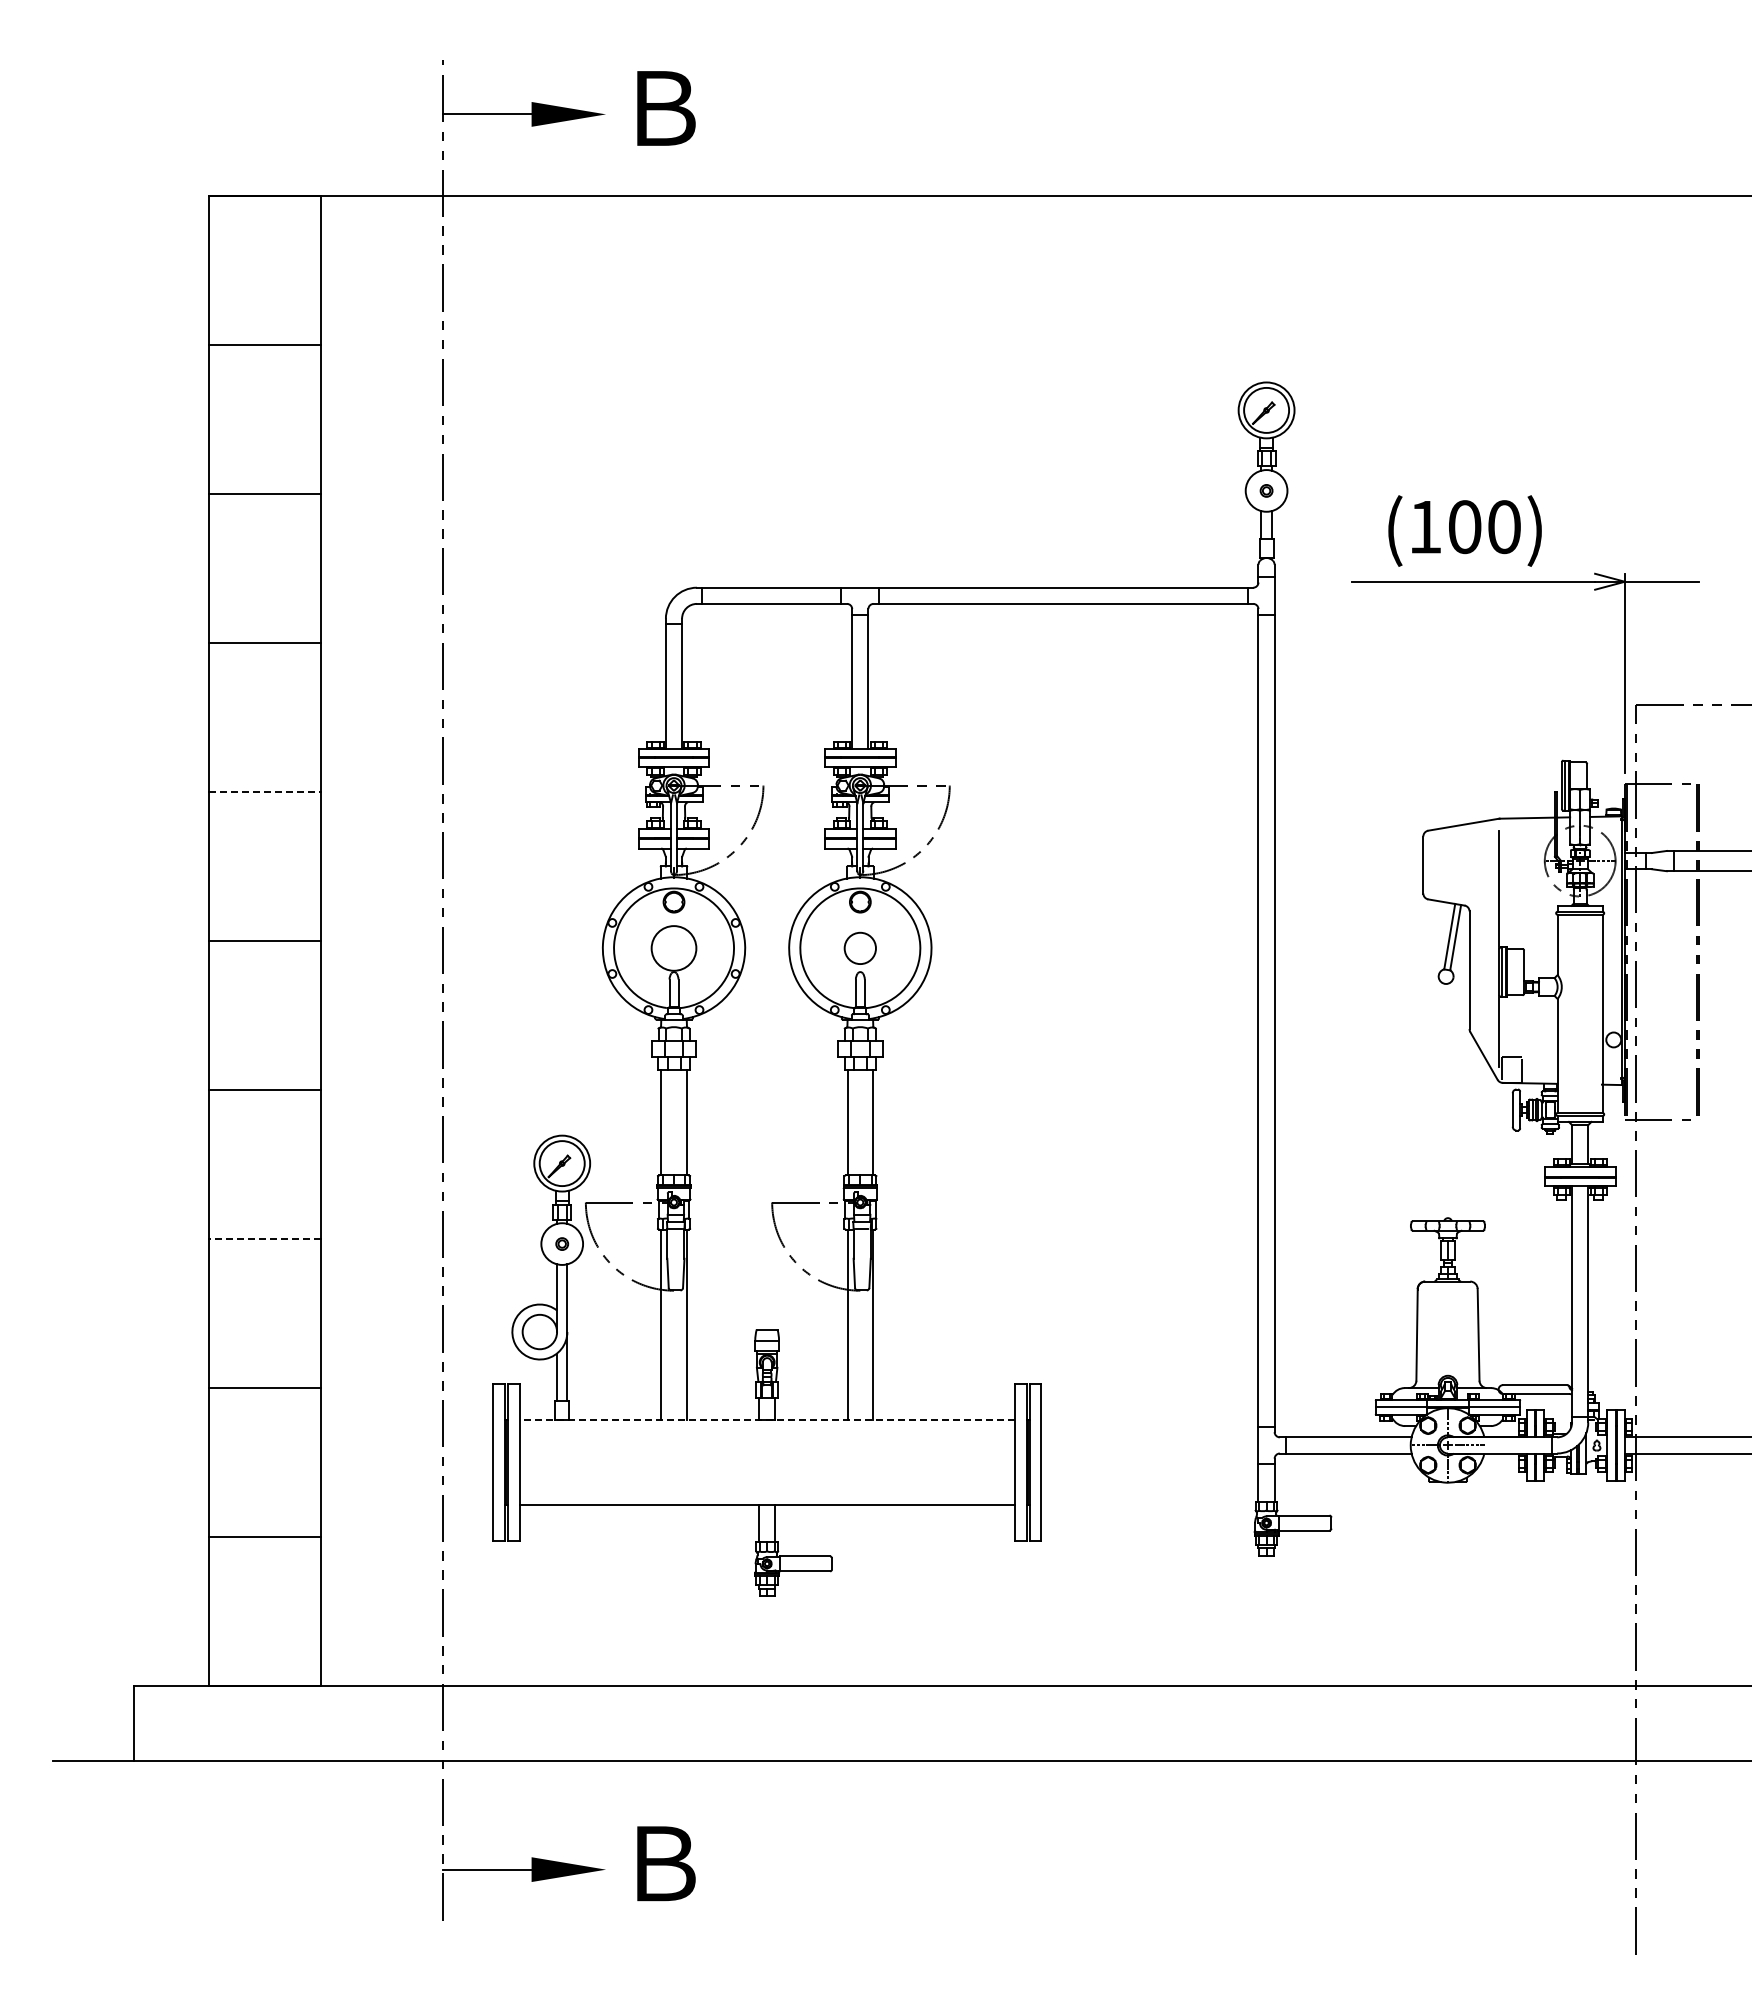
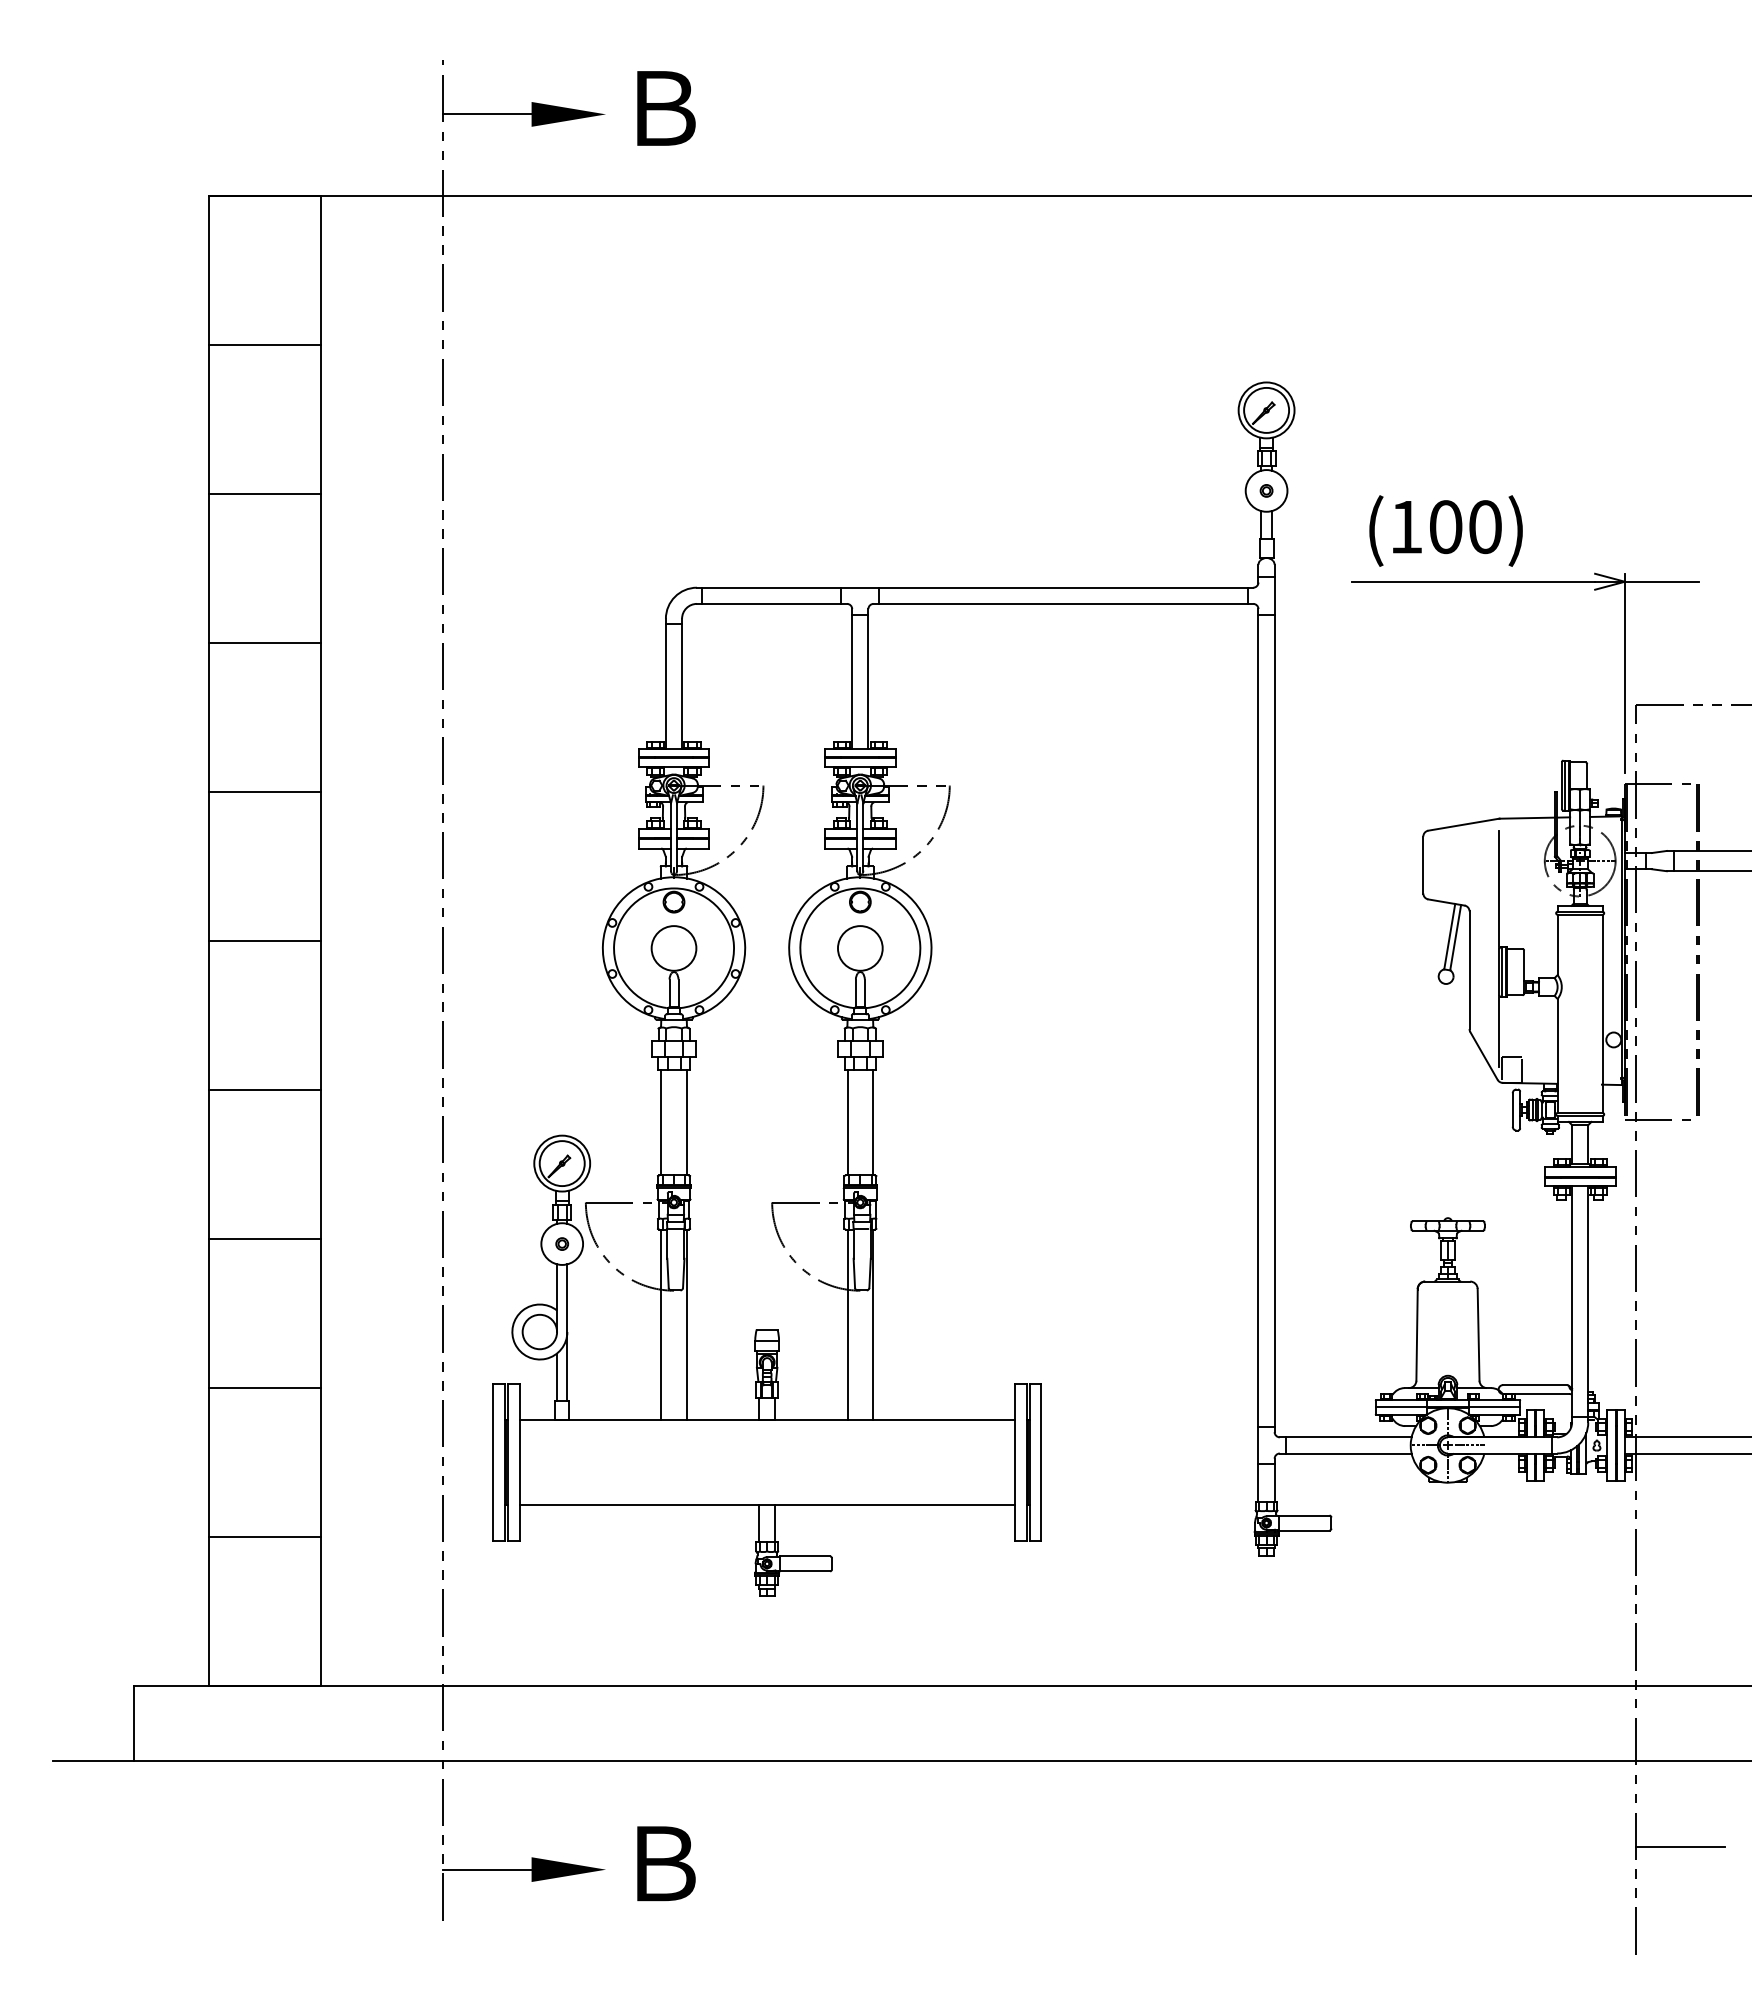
text at (1464, 530) position: (1464, 530) -> (1445, 530)
line at (264, 791): dashed -> solid
circle at (859, 948) diameter: 31 px -> 45 px
line at (264, 1239): dashed -> solid
line at (766, 1419): dashed -> solid
line at (1680, 1847): none -> present
